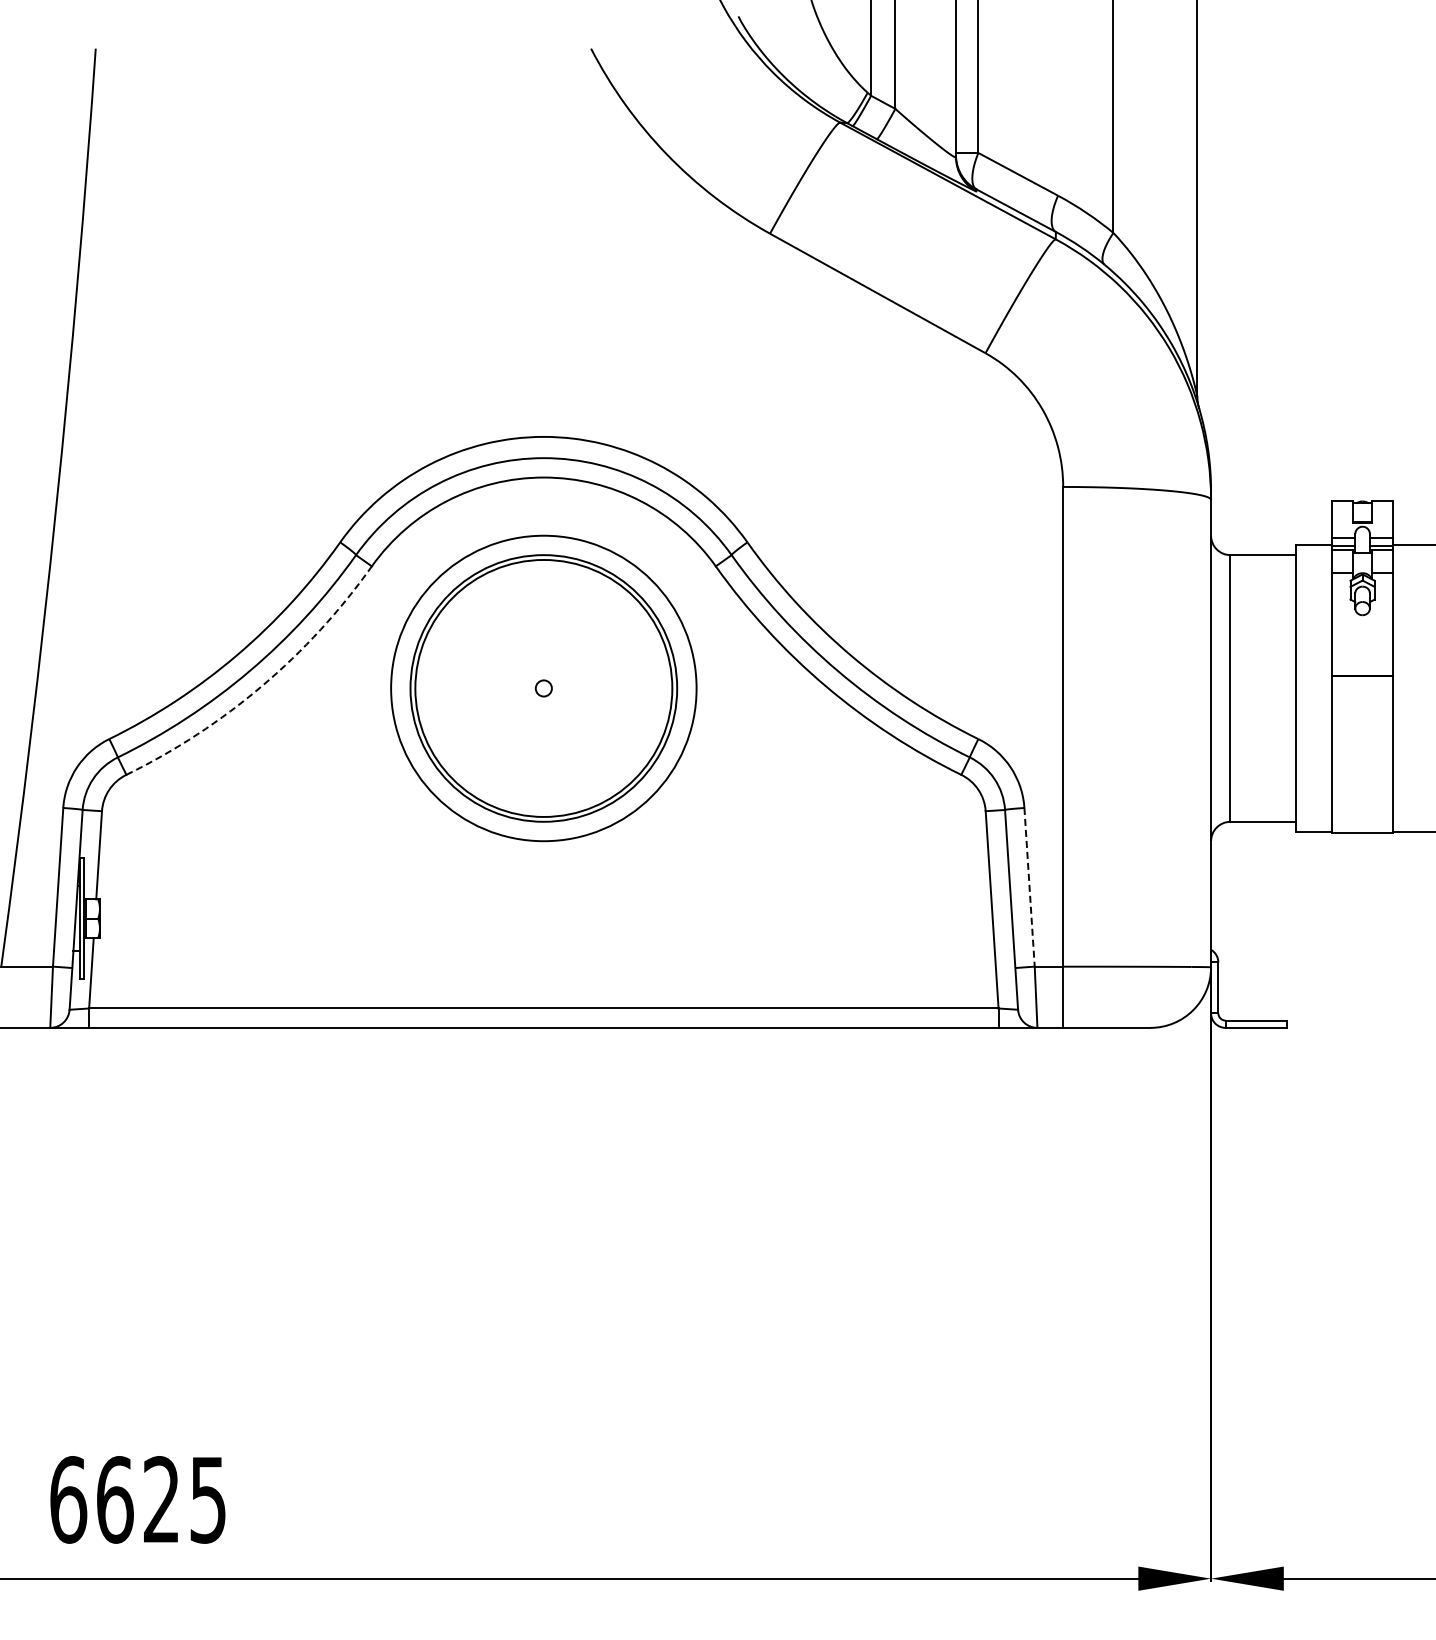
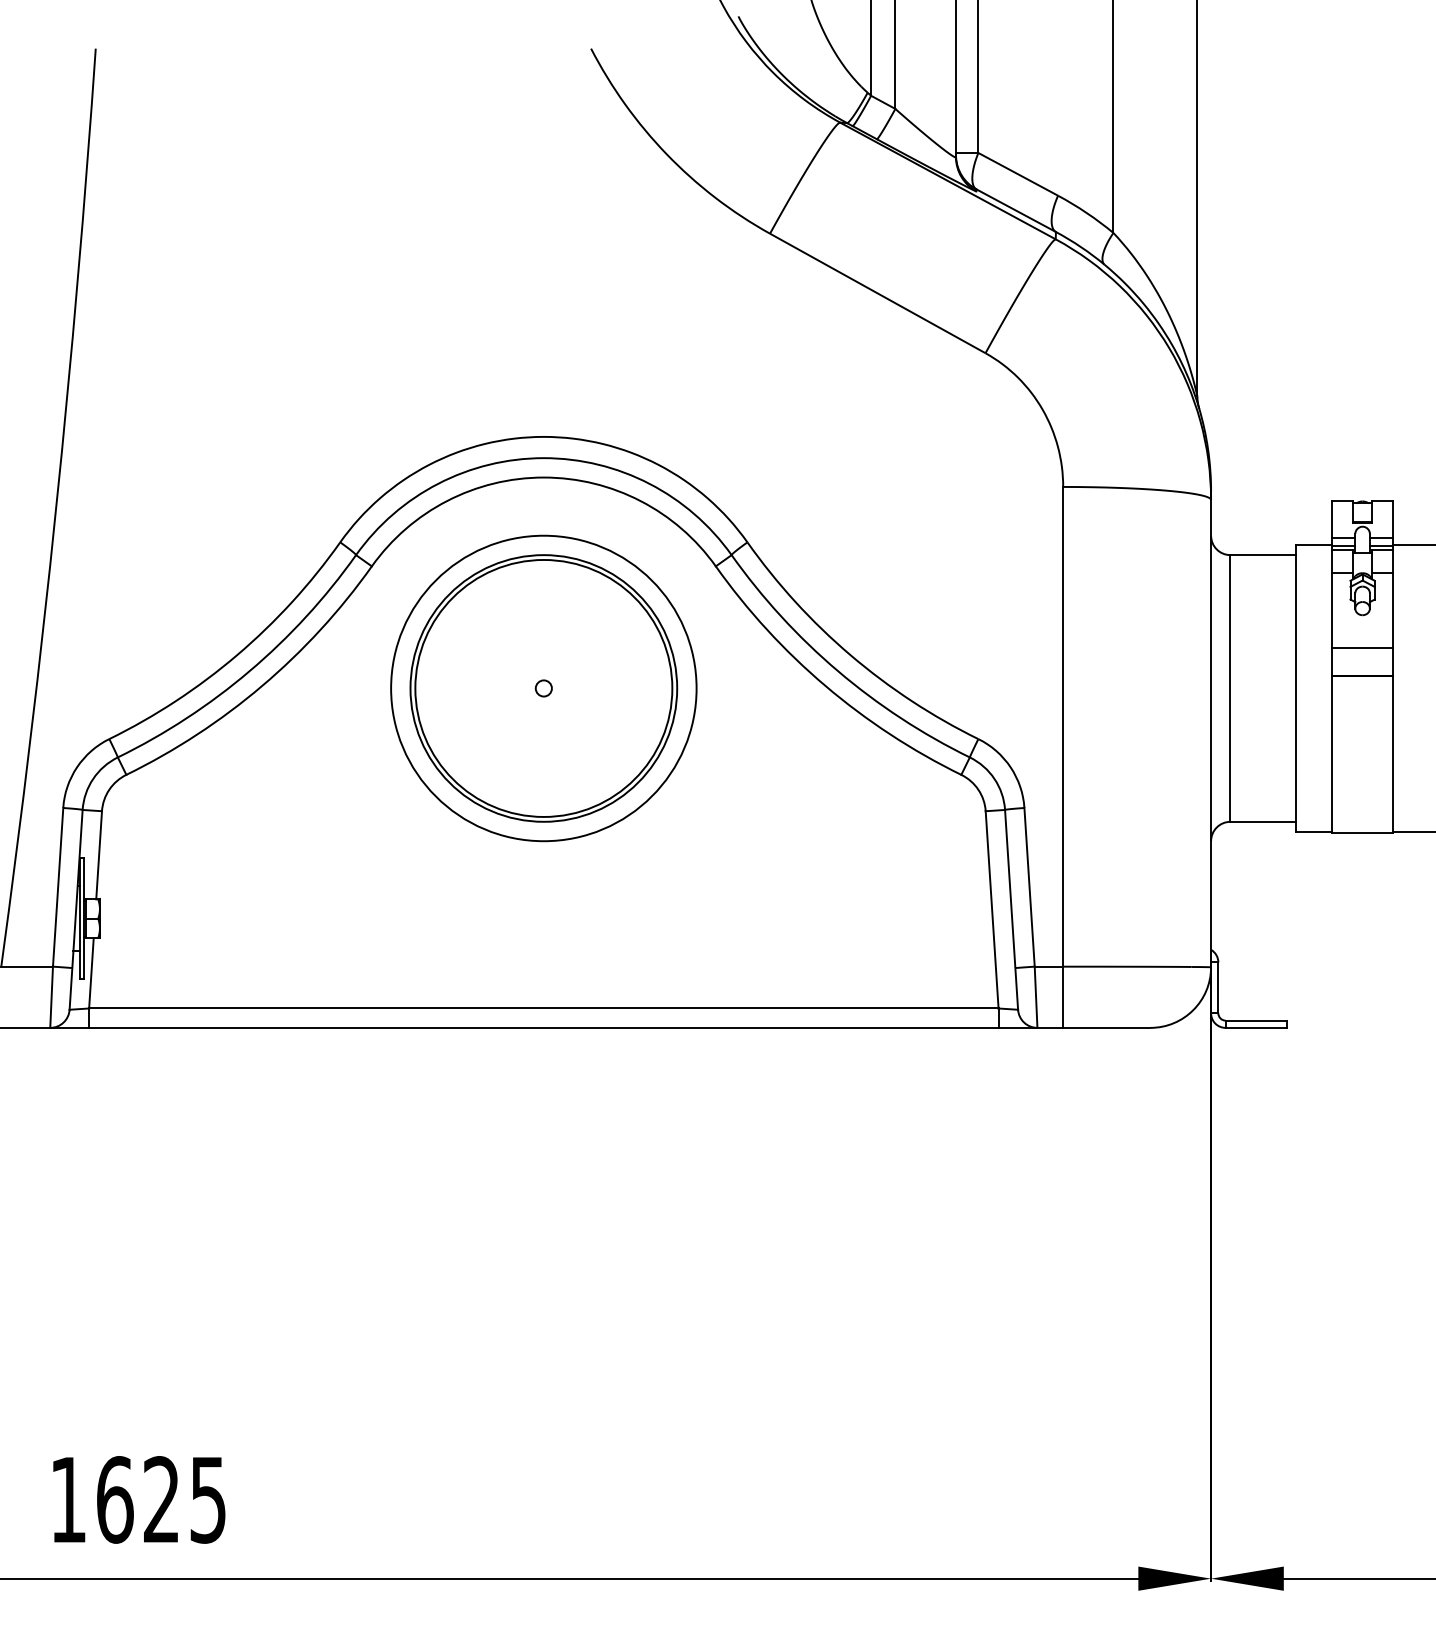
line at (1362, 647): none -> present
arc at (262, 685): dashed -> solid
line at (1029, 887): dashed -> solid
text at (68, 1499): 6625 -> 1625
